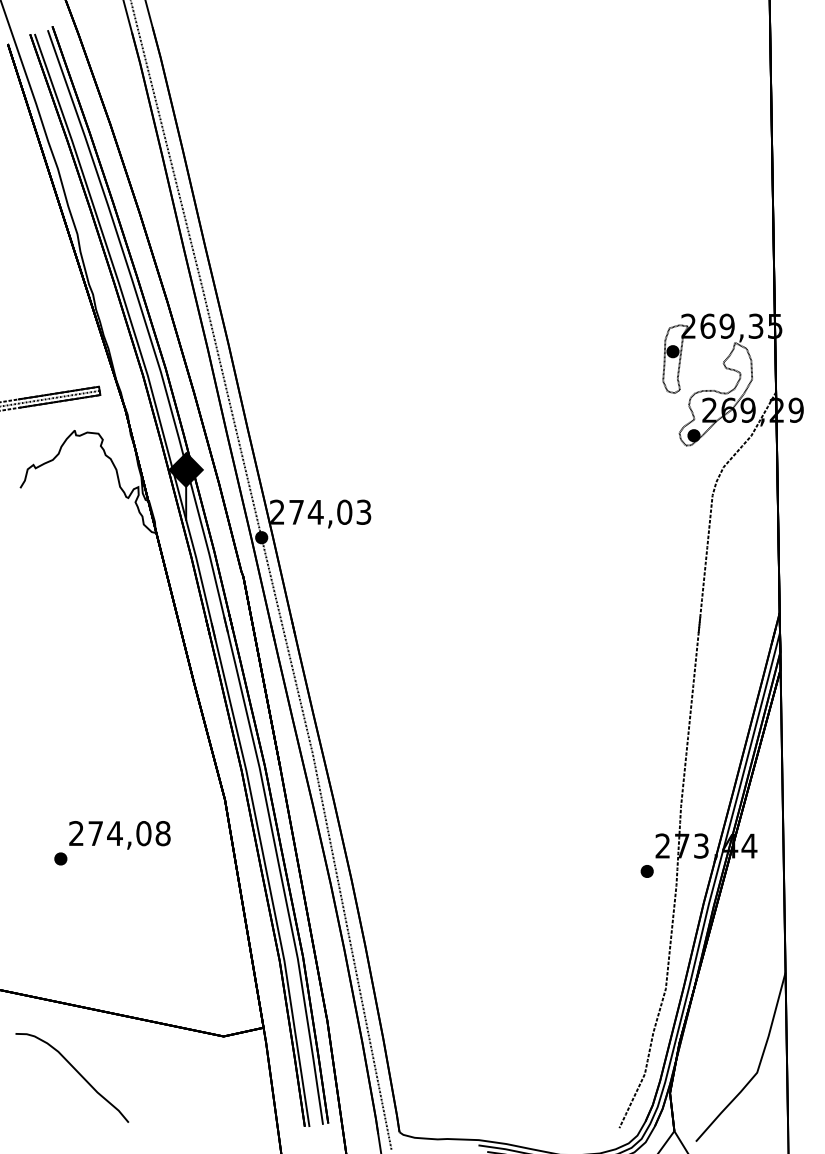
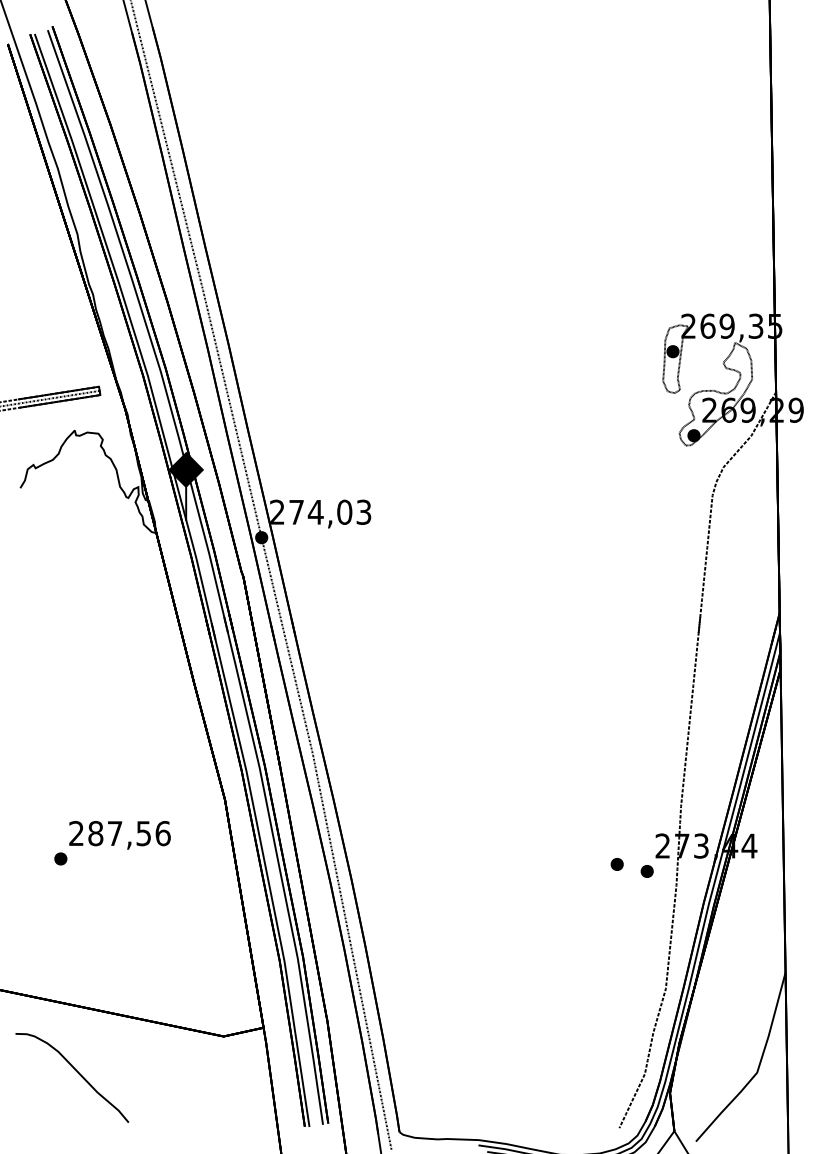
text at (129, 833): 274,08 -> 287,56
part at (616, 864): none -> present
